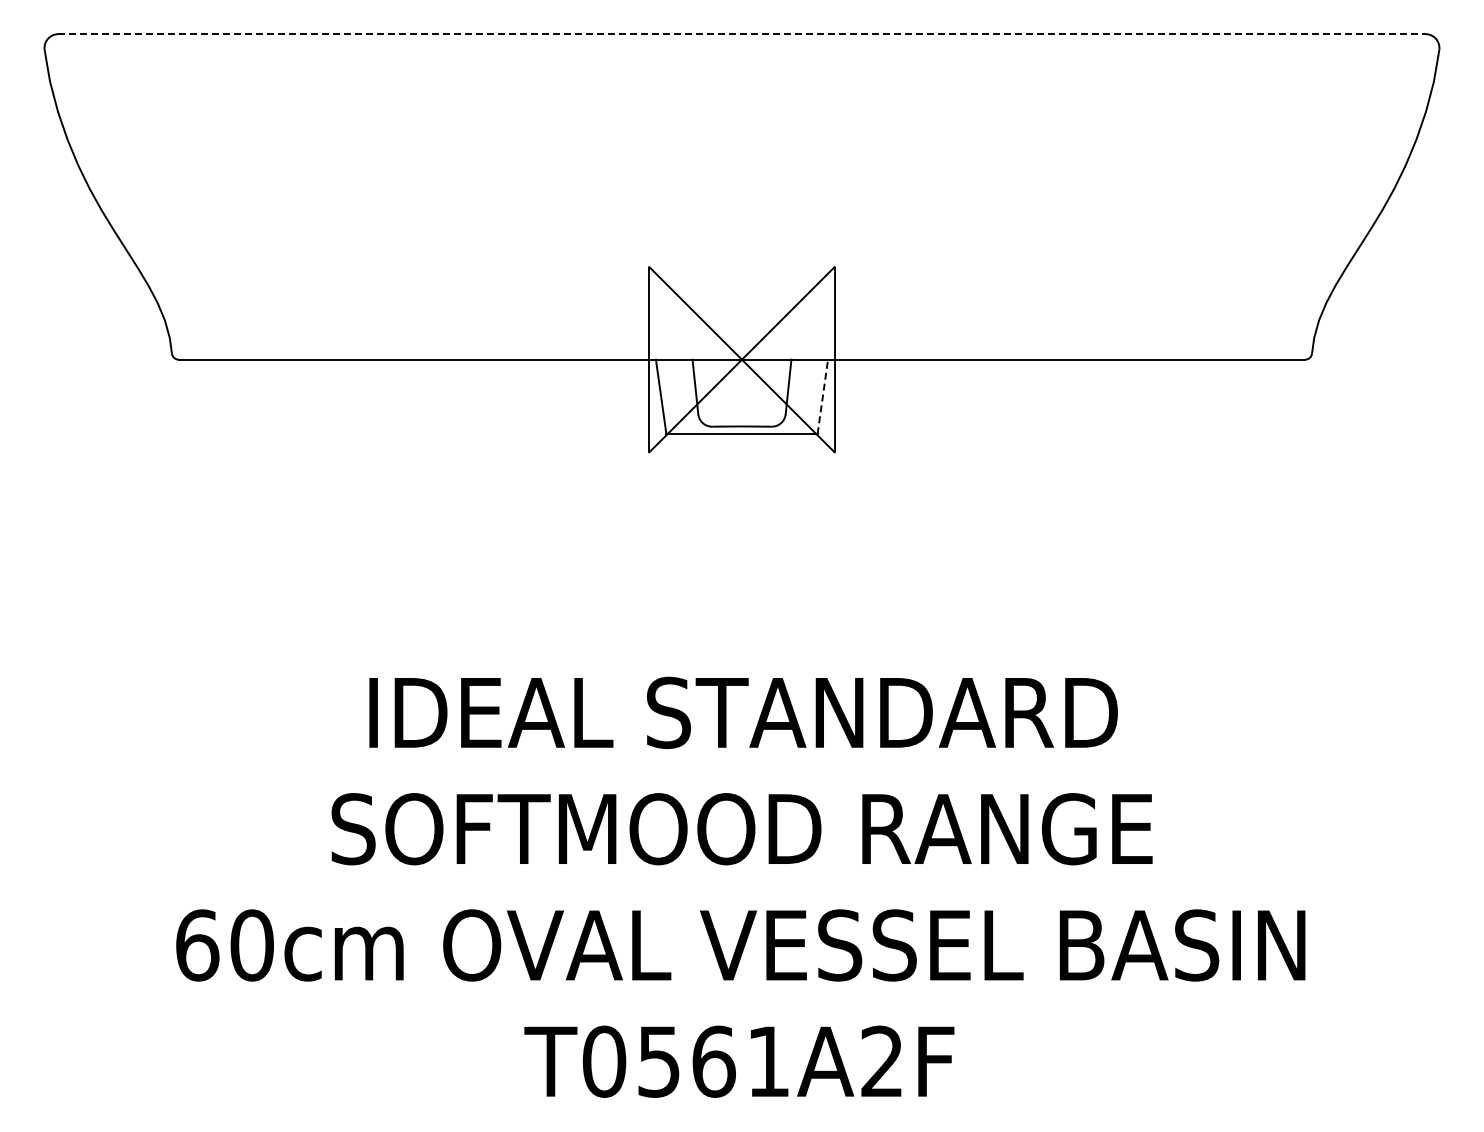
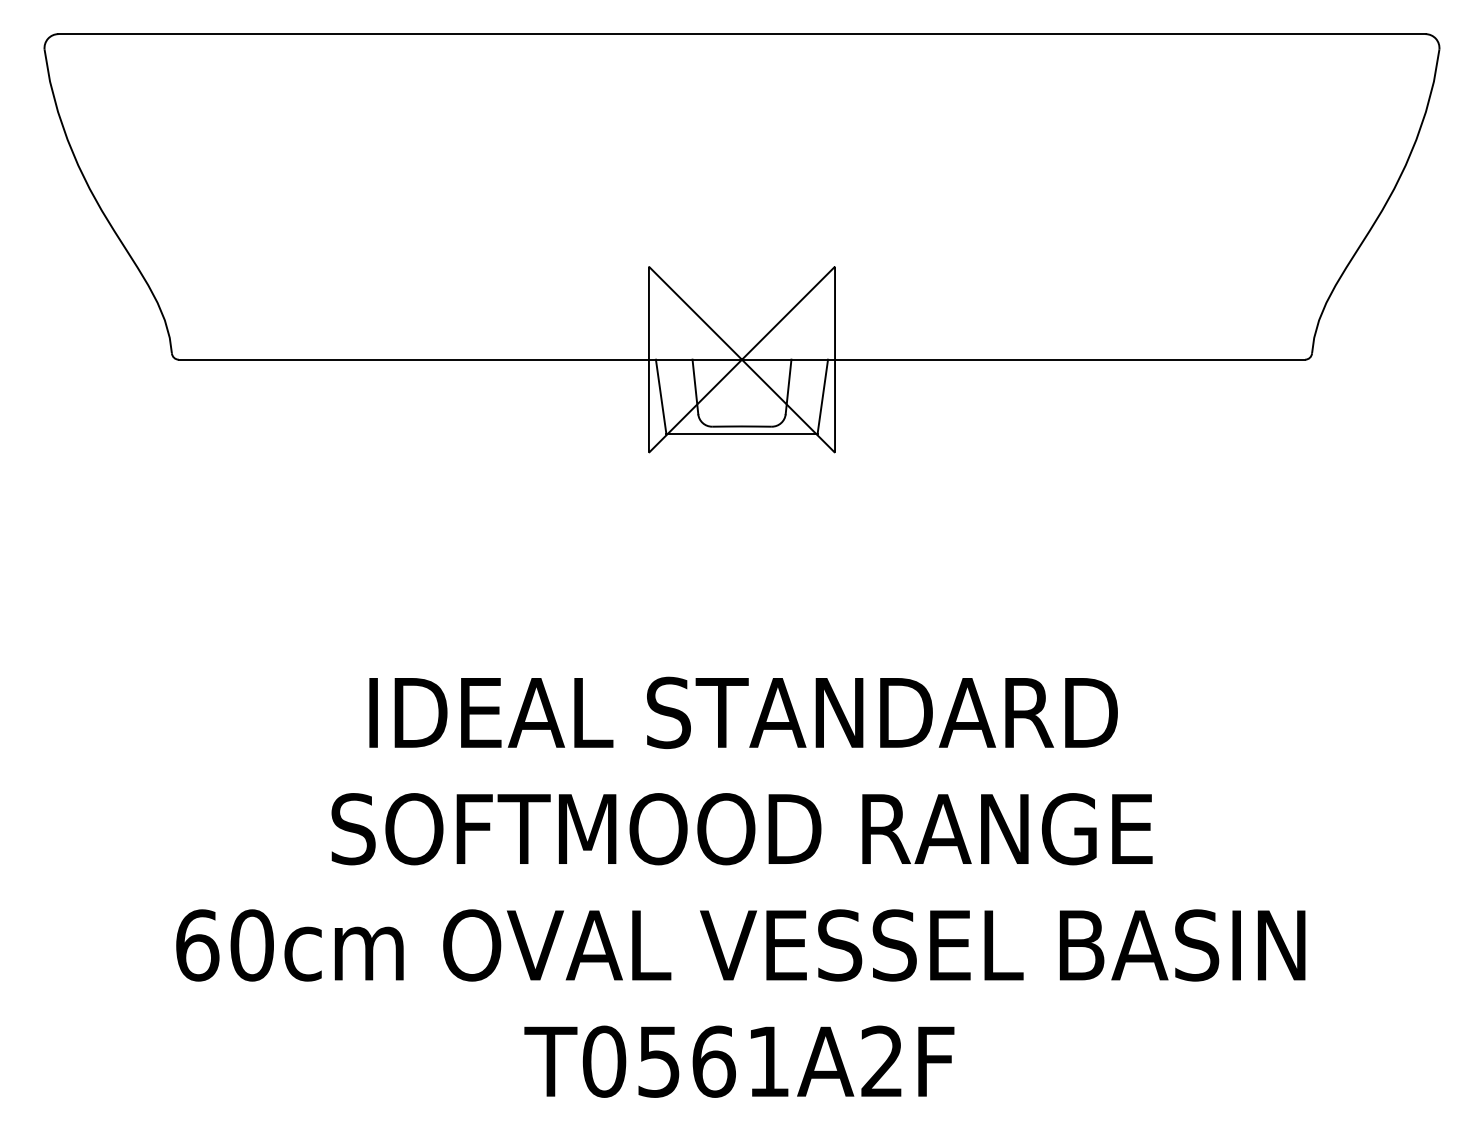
line at (742, 34): dashed -> solid
line at (822, 396): dashed -> solid
